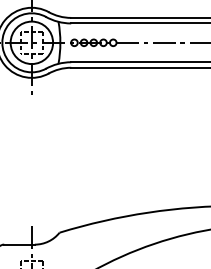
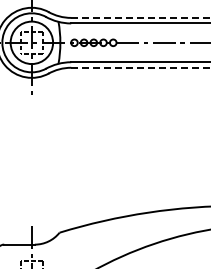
line at (140, 17): solid -> dashed
line at (140, 67): solid -> dashed
